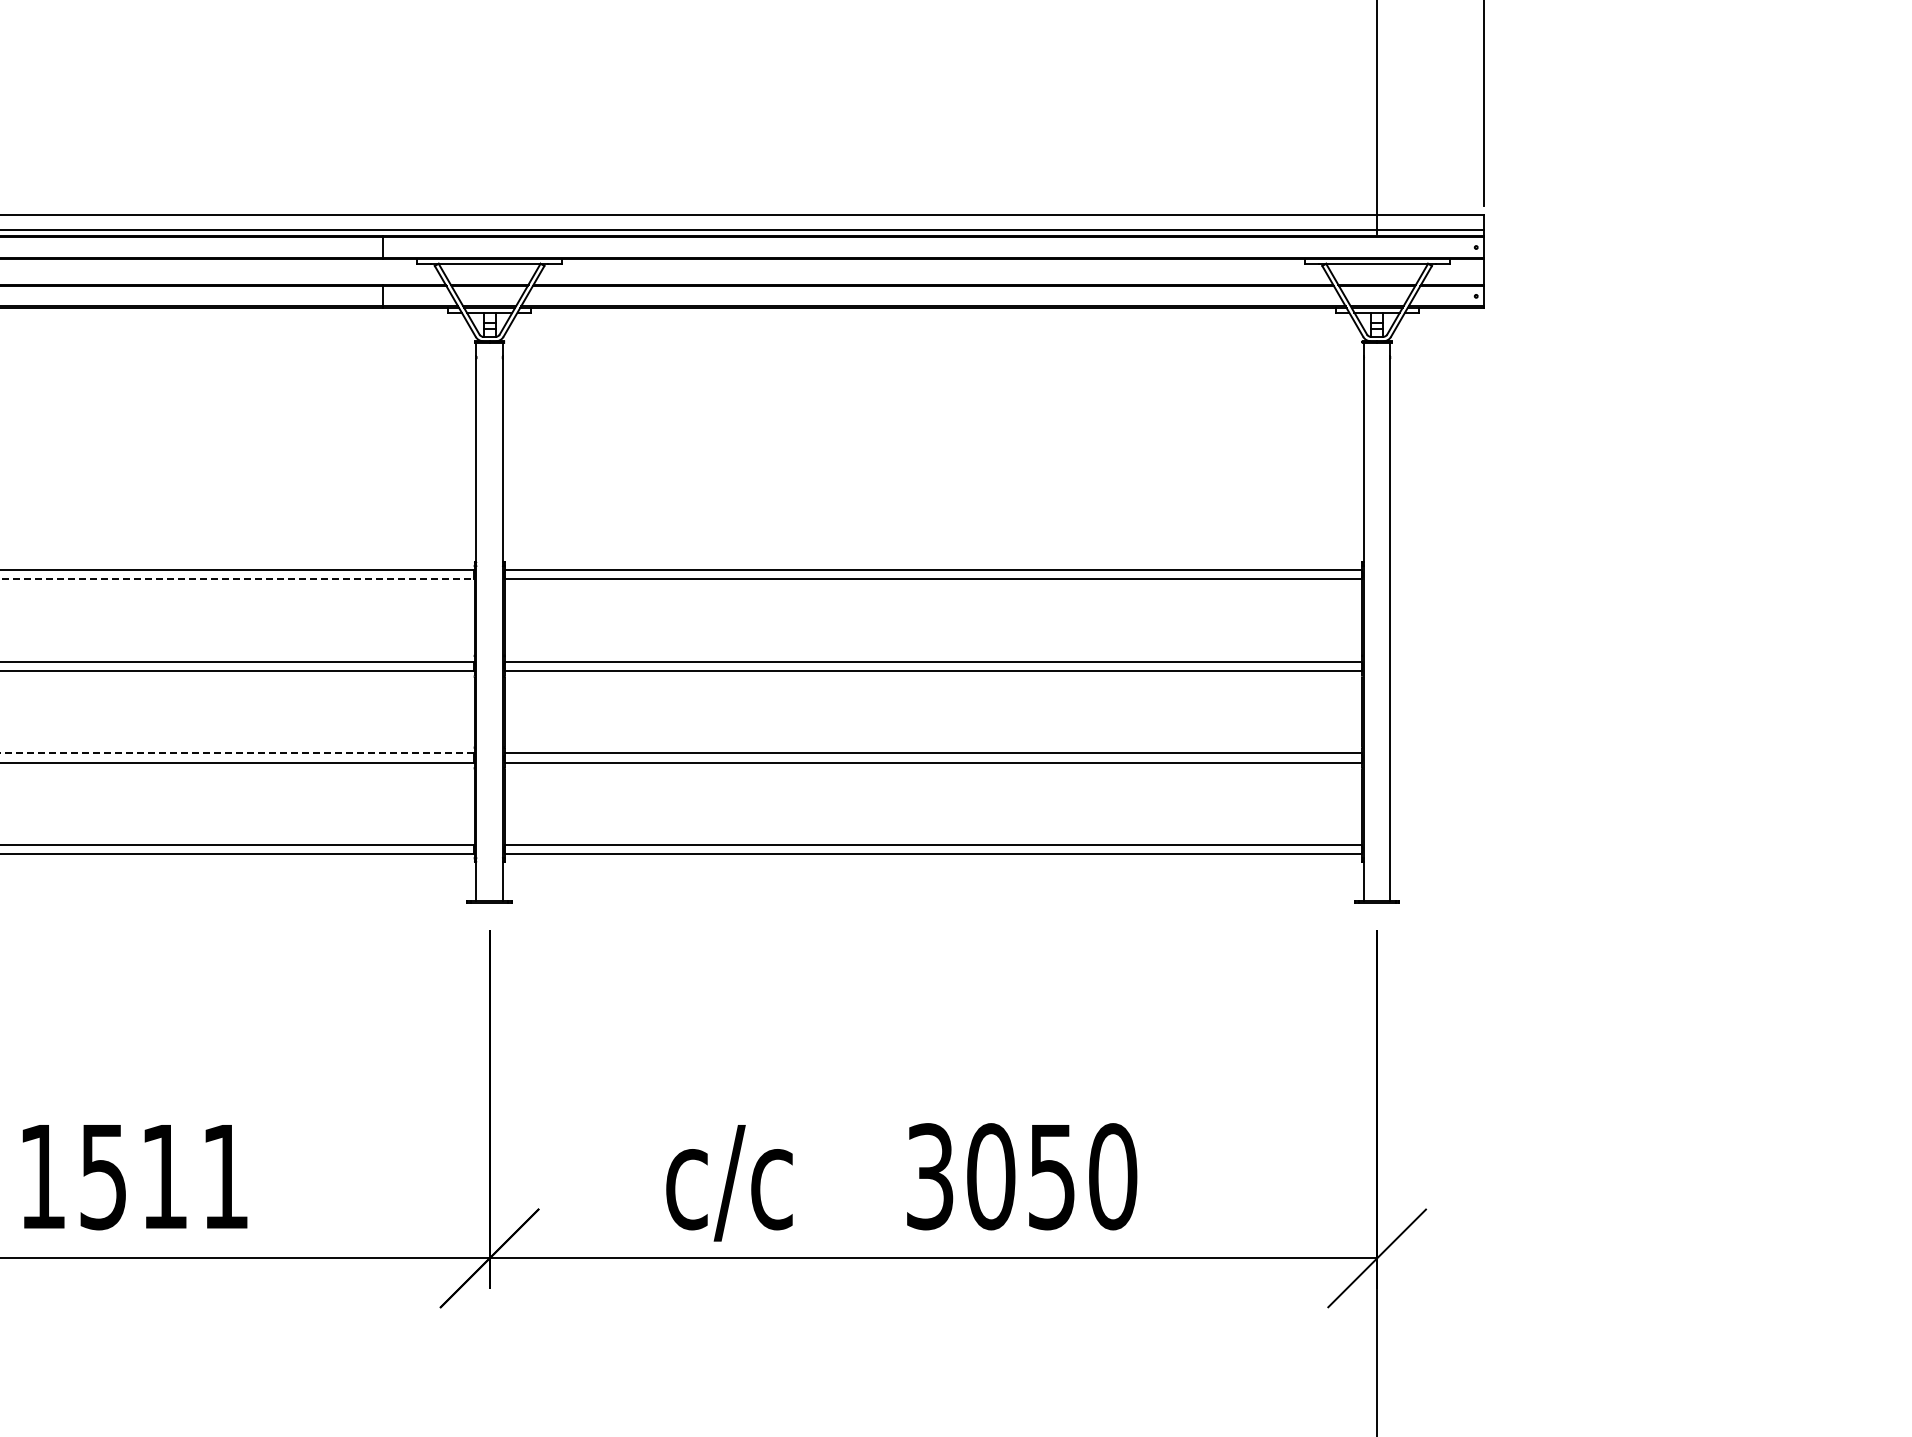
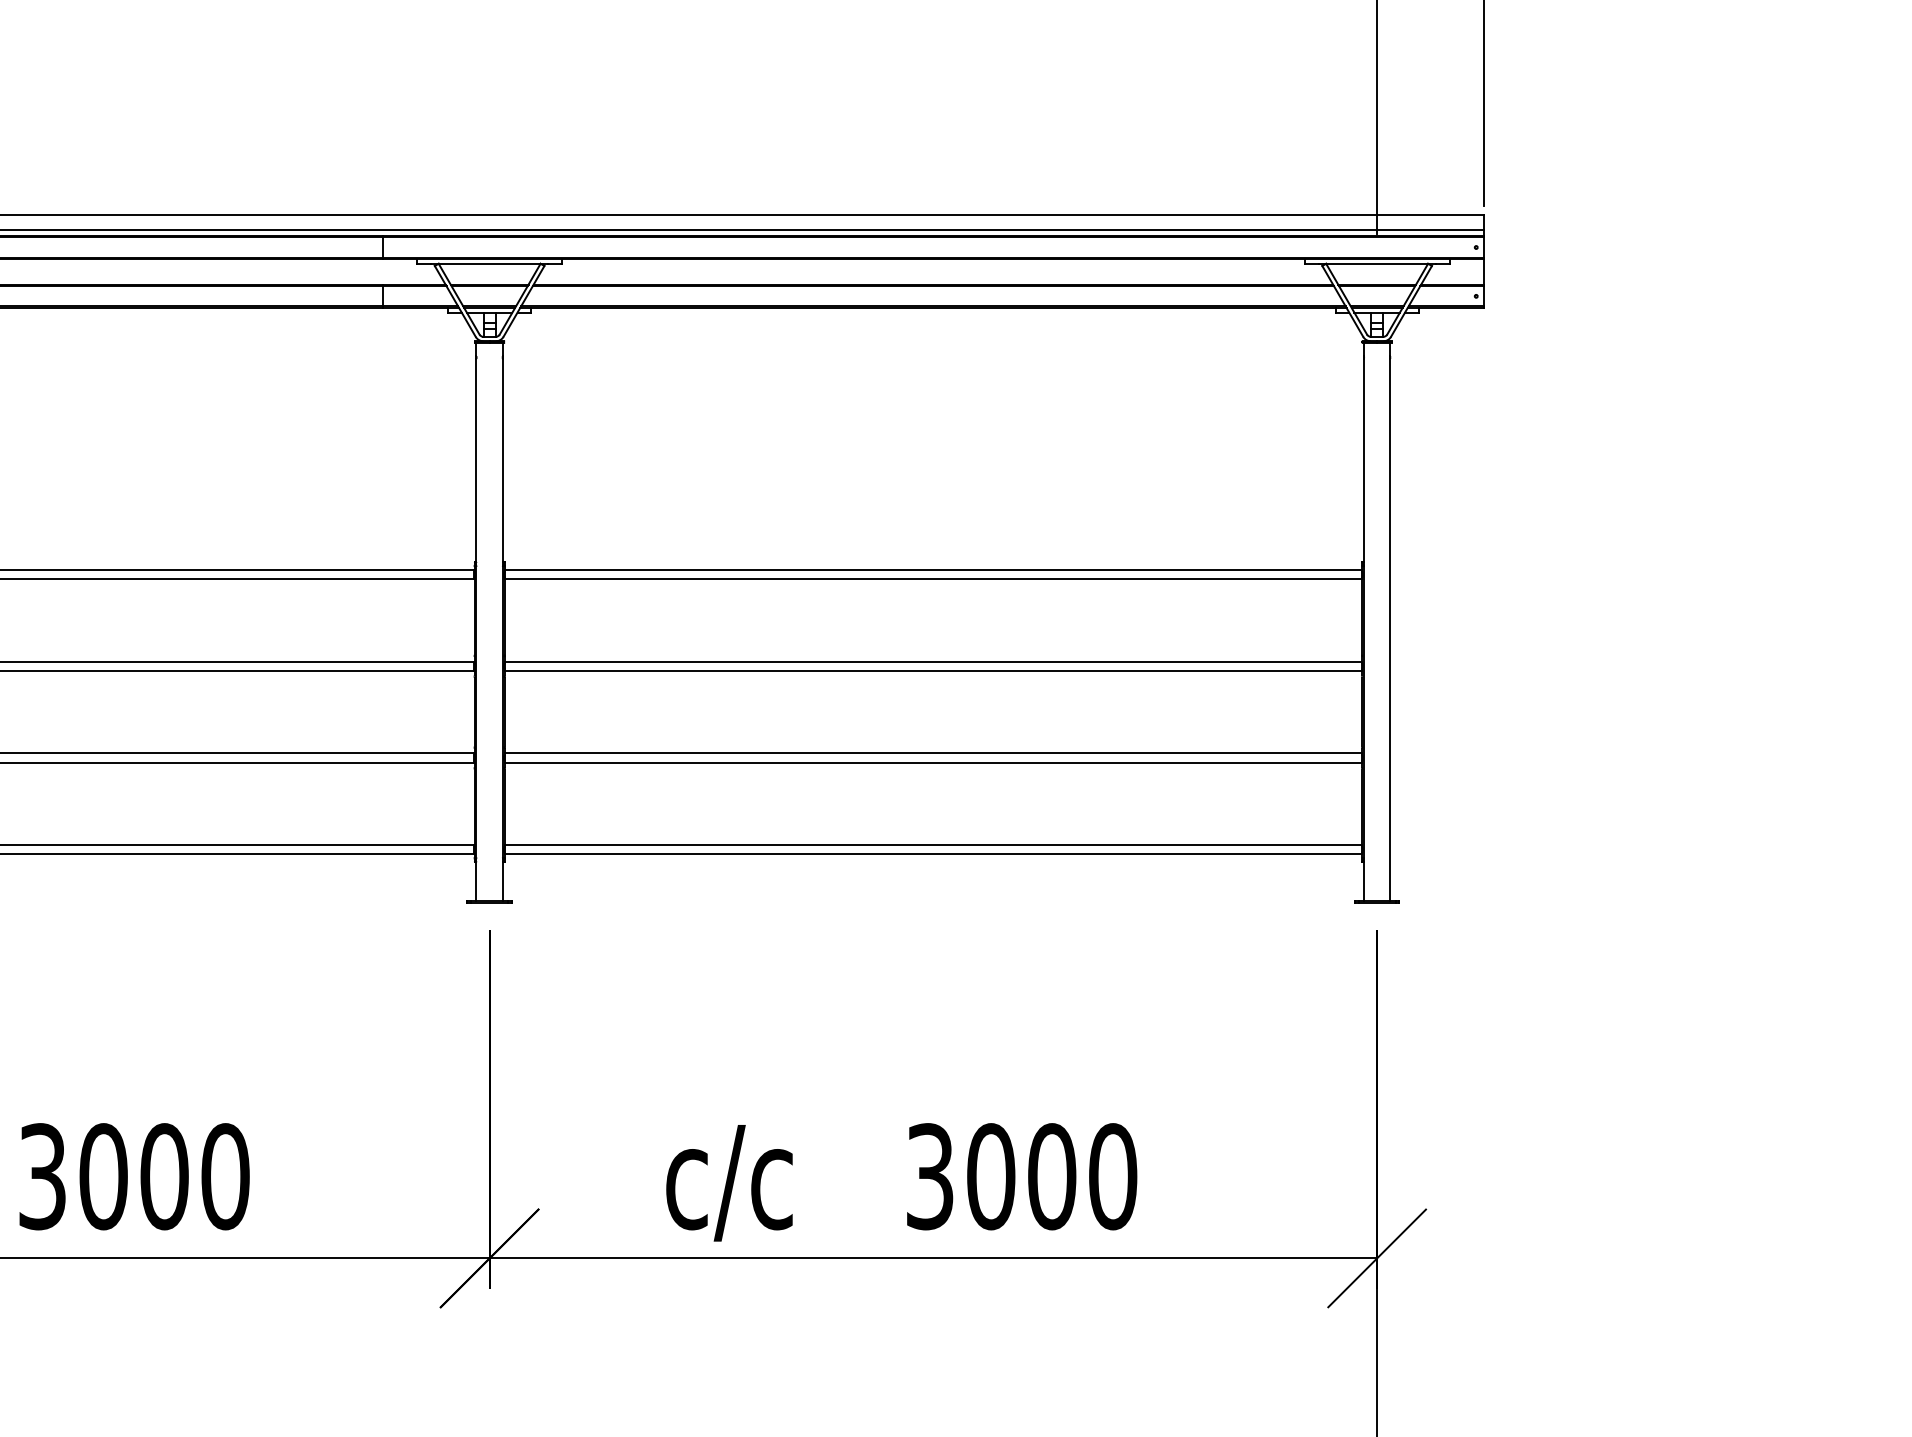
line at (237, 579): dashed -> solid
line at (237, 753): dashed -> solid
text at (134, 1176): 1511 -> 3000
text at (1052, 1176): 3050 -> 3000
